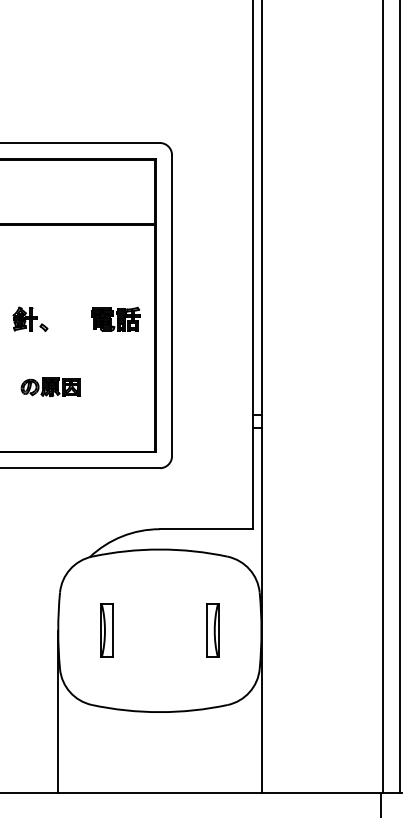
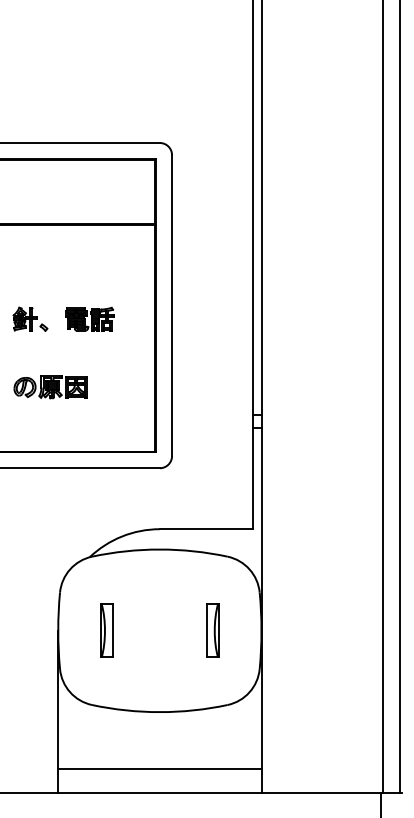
part at (115, 318) position: (115, 318) -> (89, 318)
part at (50, 387) size: 61x21 px -> 75x25 px
line at (159, 769): none -> present
